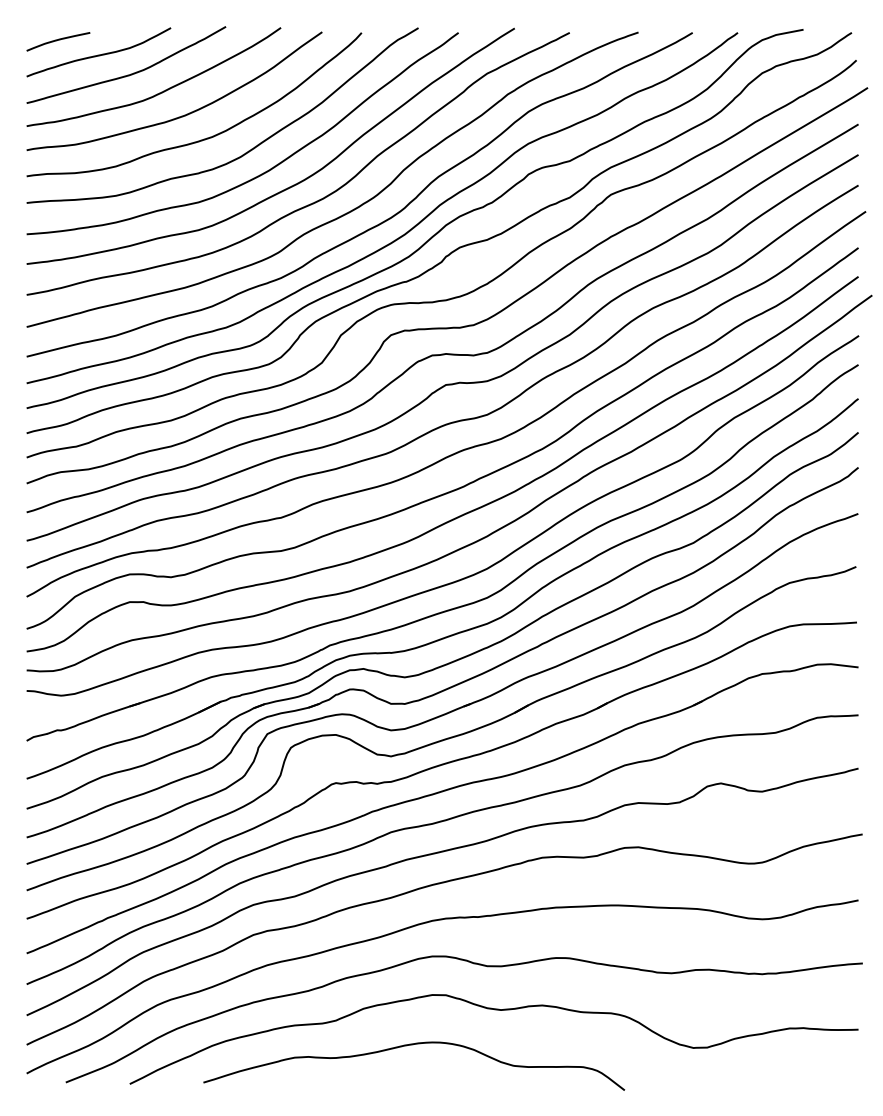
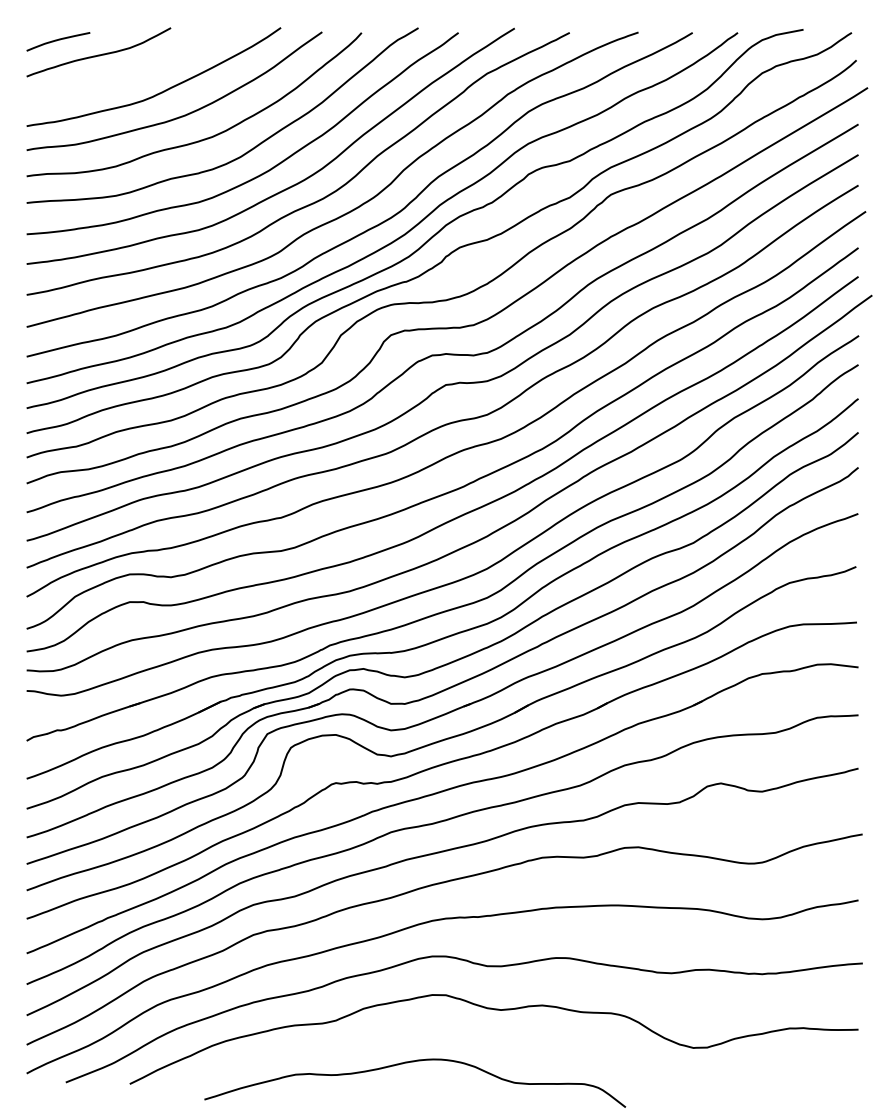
curve at (130, 73): present -> none
curve at (413, 1045) position: (413, 1045) -> (414, 1062)
